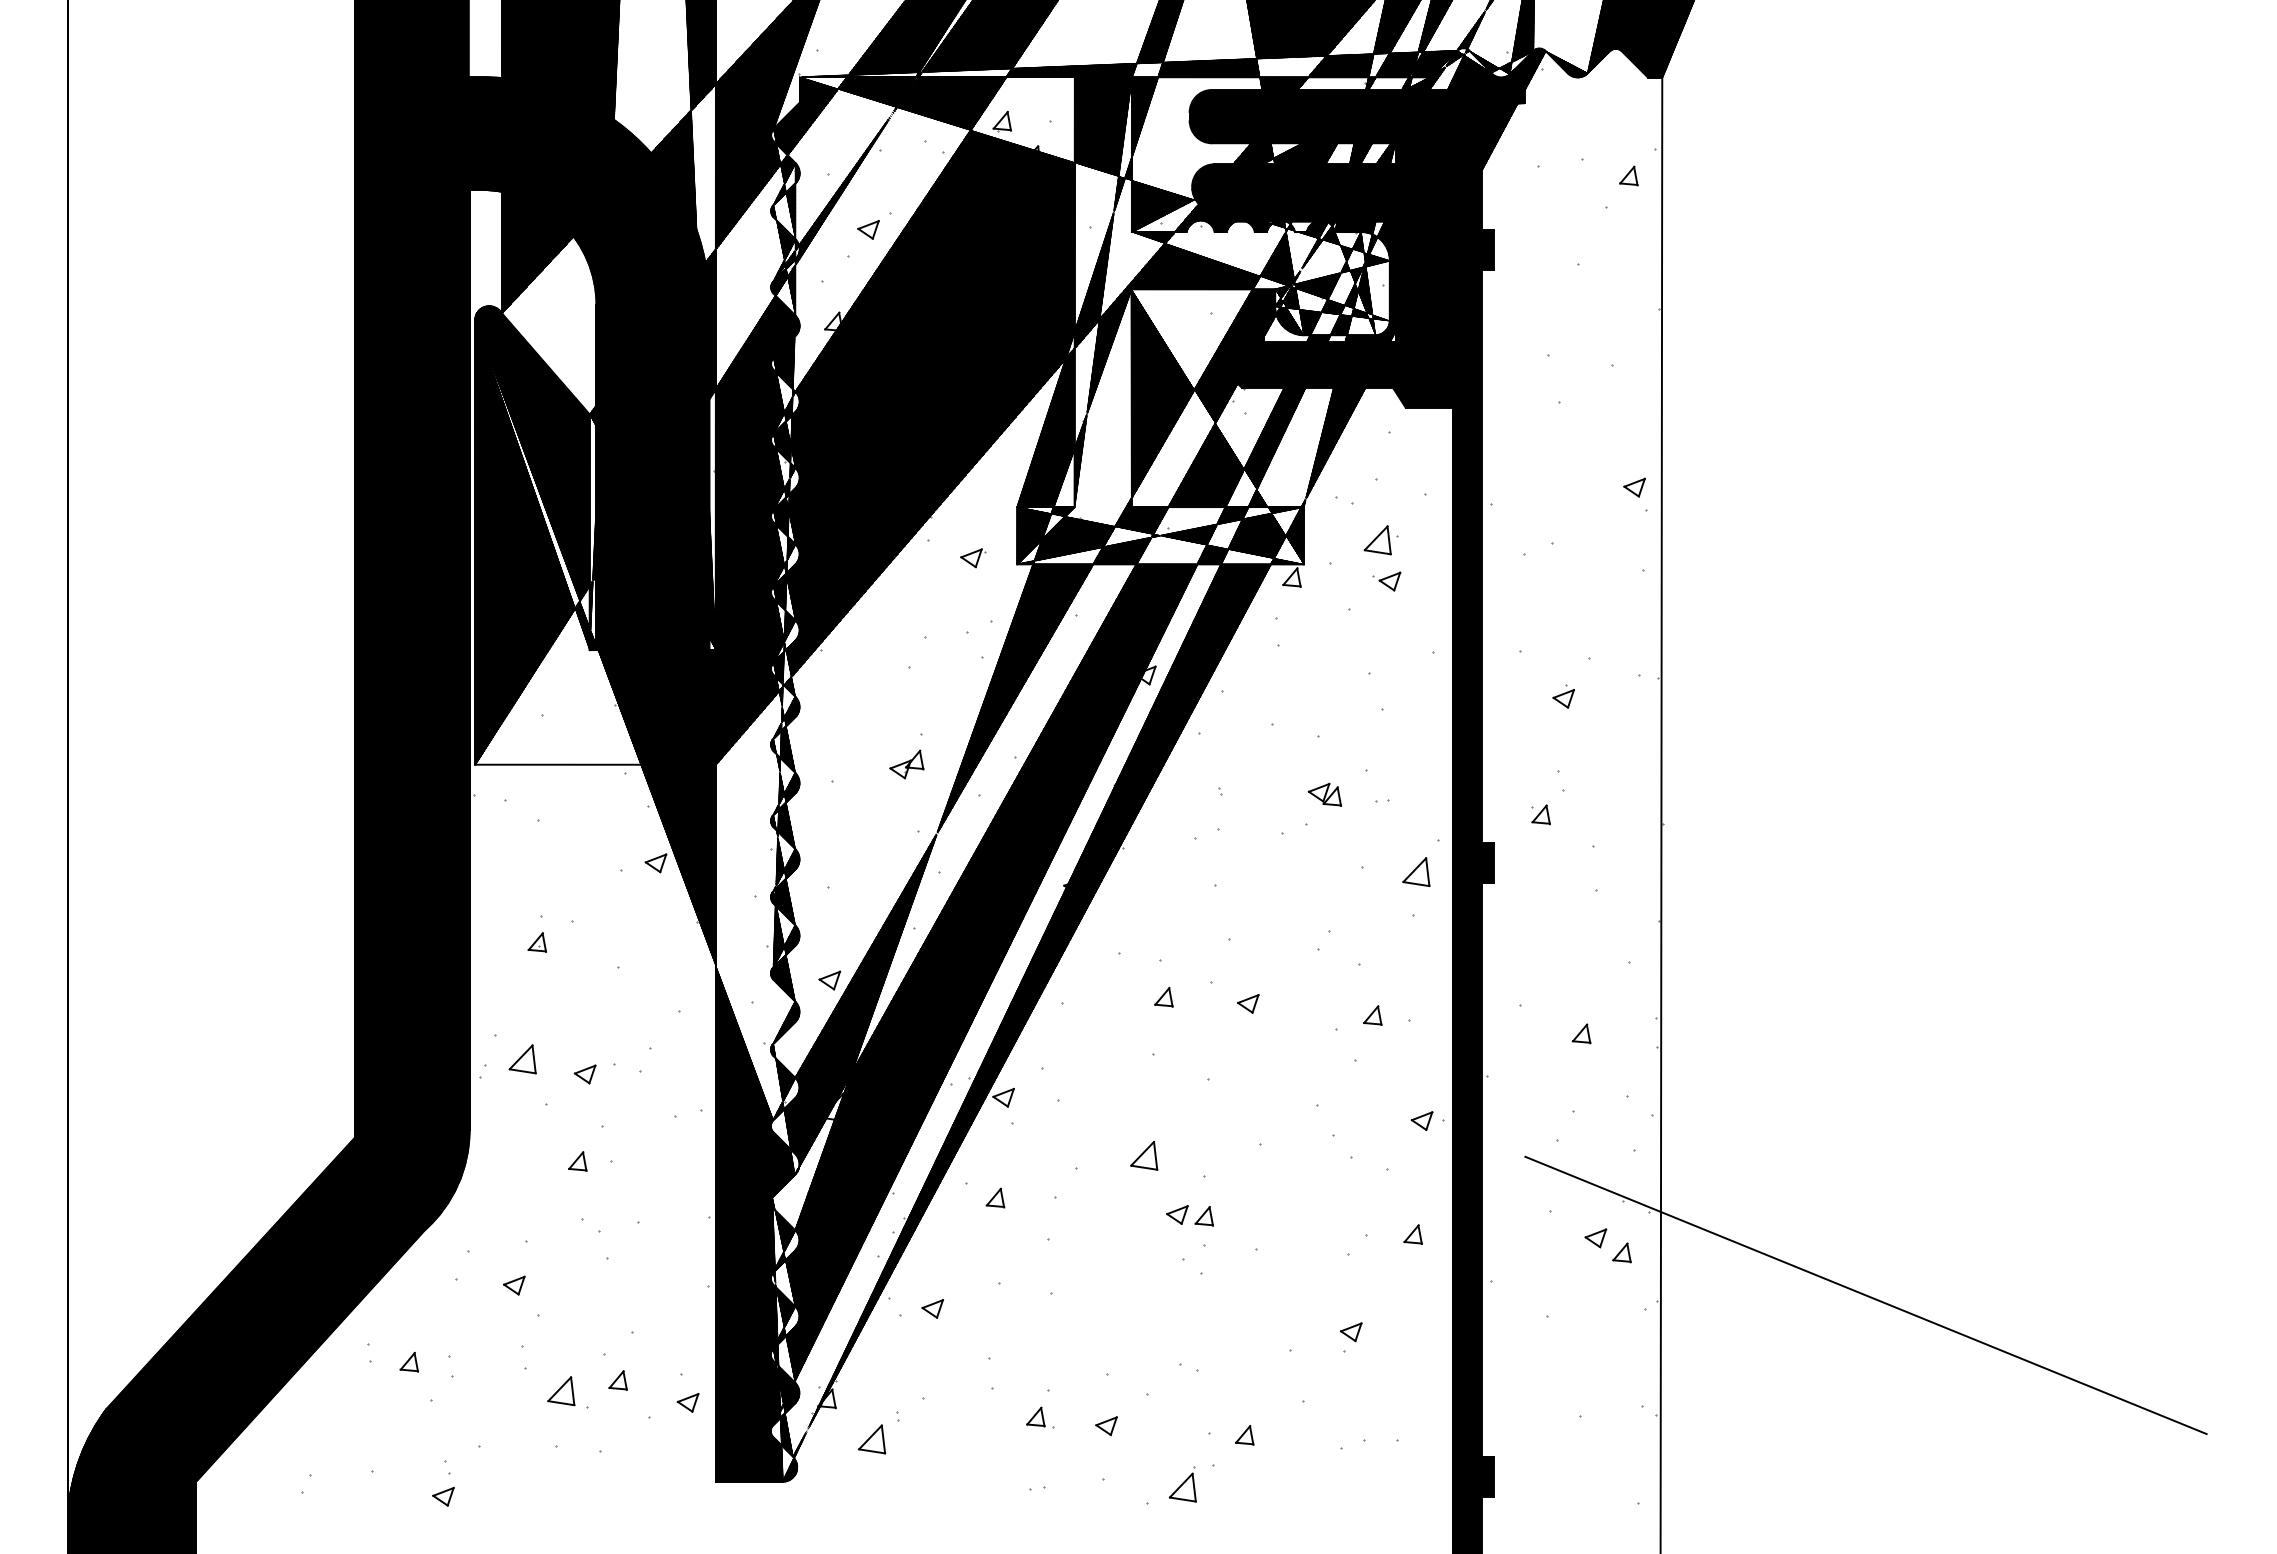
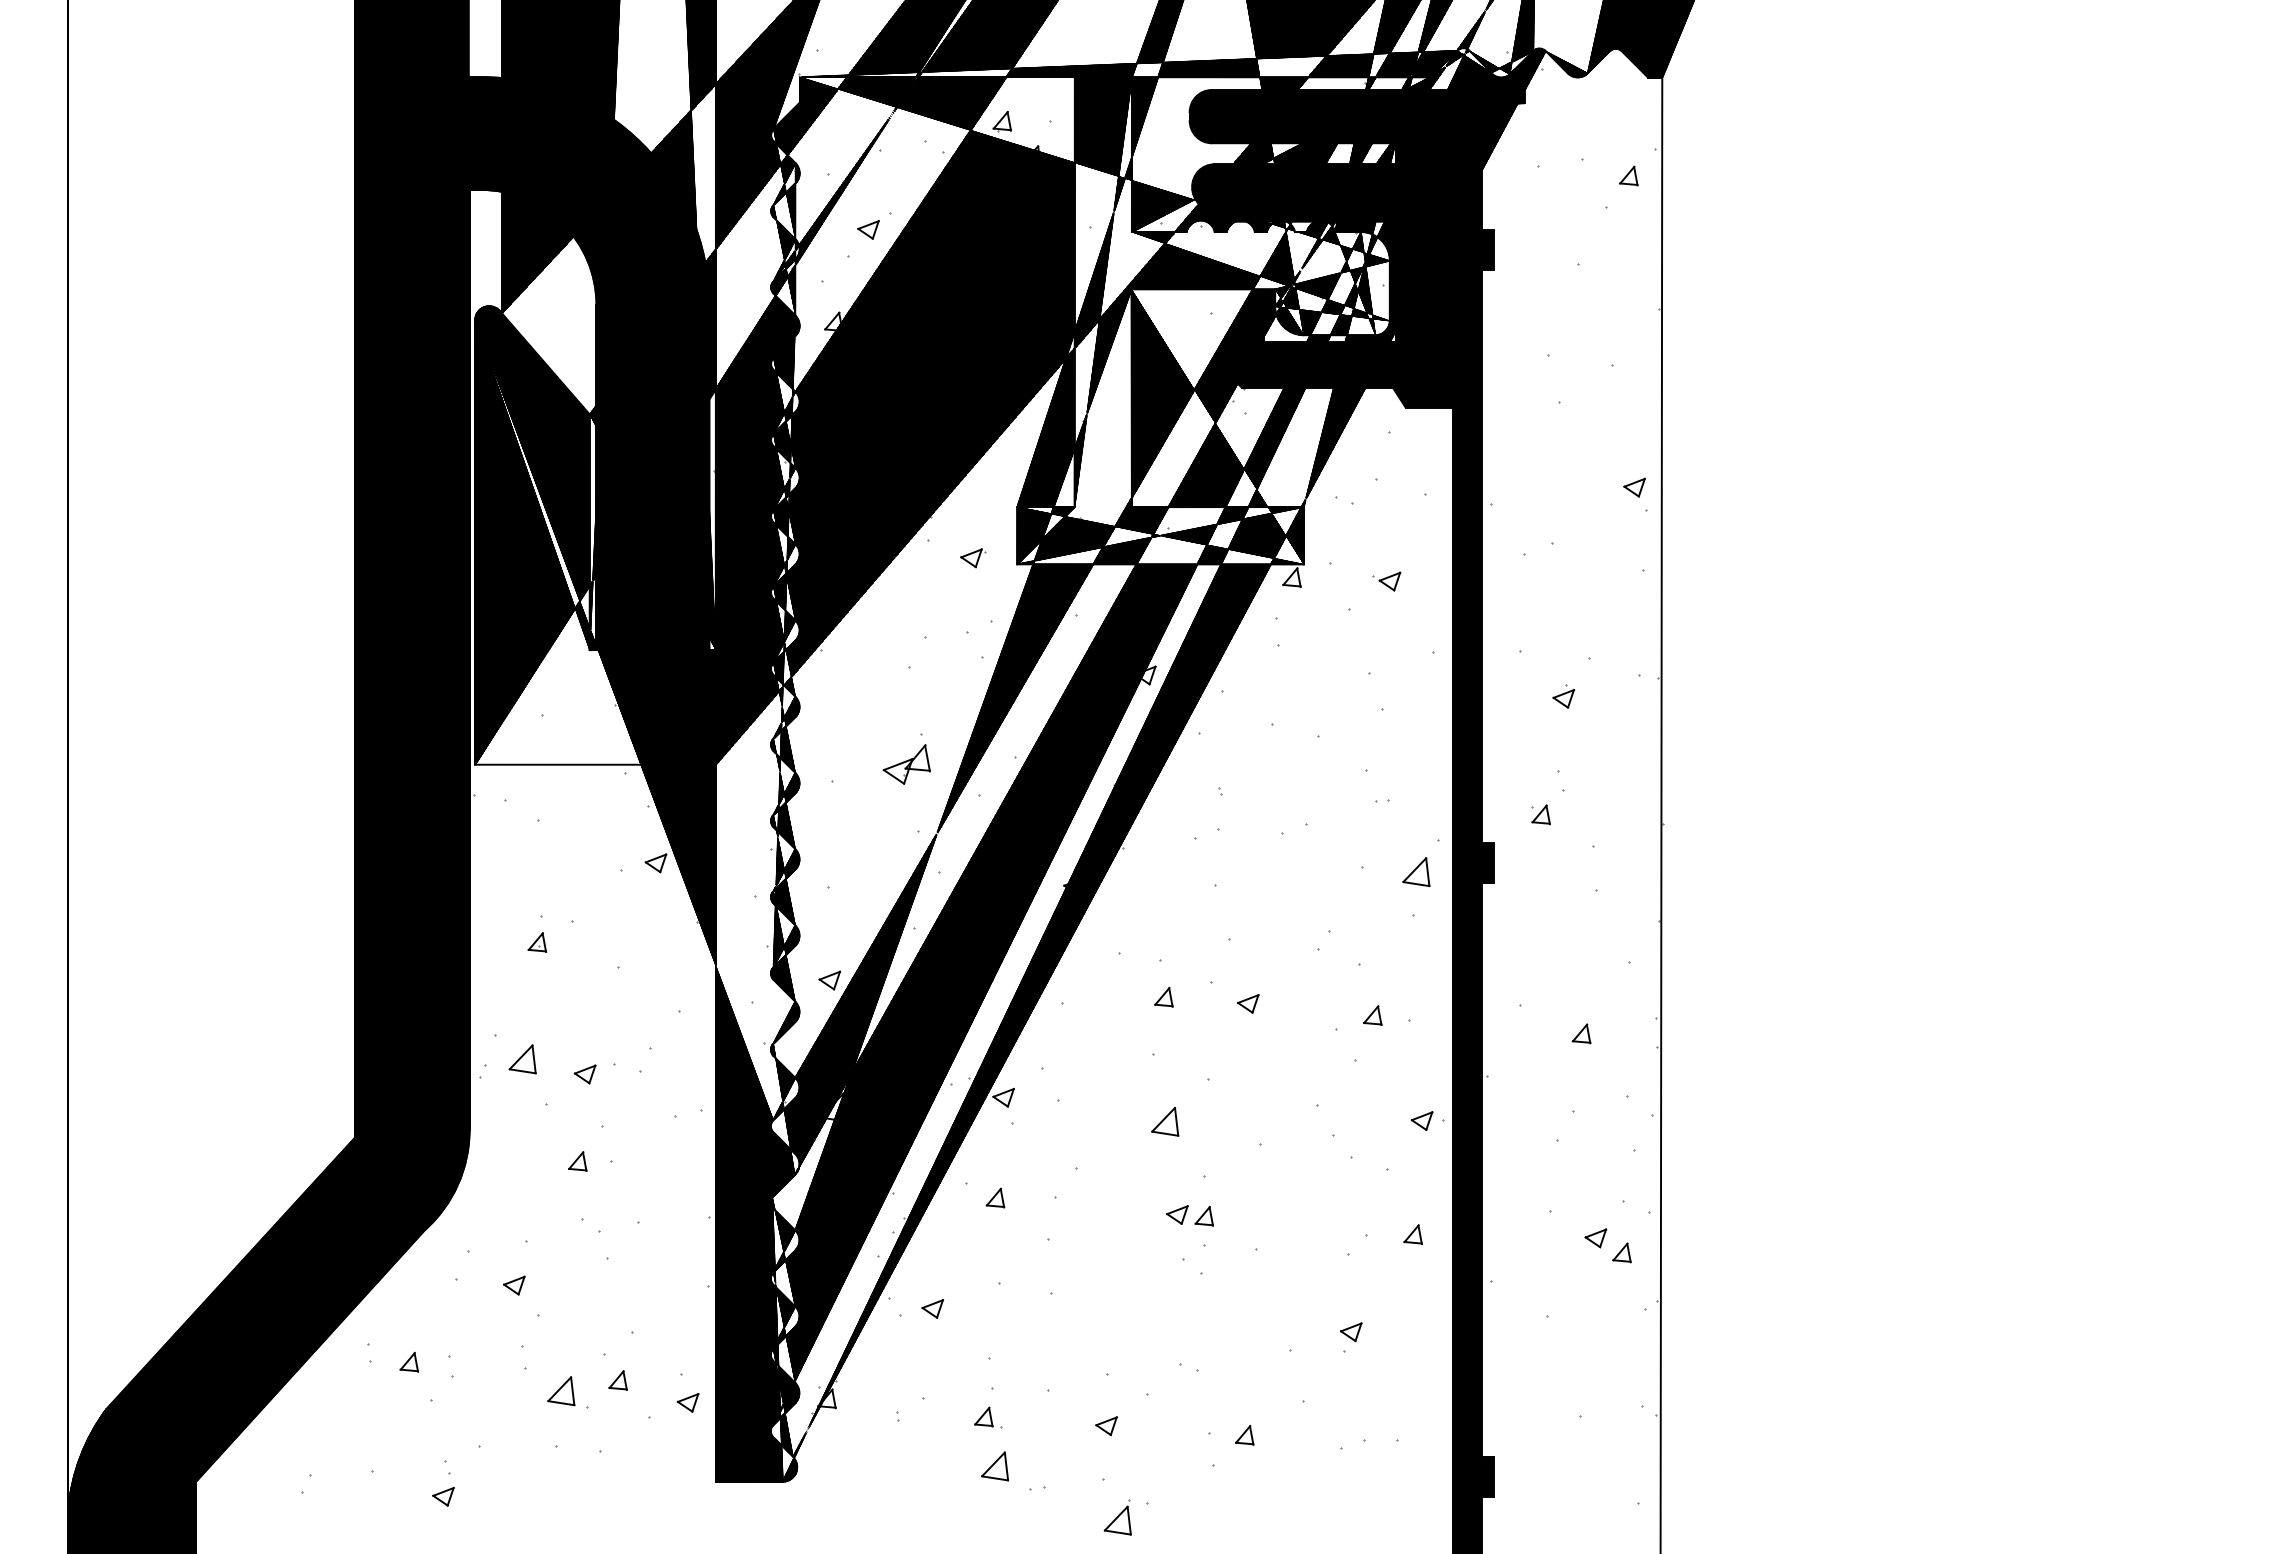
part at (1380, 540): present -> none
part at (906, 764) size: 36x31 px -> 49x41 px
part at (1324, 794): present -> none
part at (1144, 1155) position: (1144, 1155) -> (1165, 1121)
line at (1865, 1295): present -> none
part at (1040, 1417) position: (1040, 1417) -> (988, 1417)
part at (872, 1439) position: (872, 1439) -> (995, 1466)
part at (1182, 1484) position: (1182, 1484) -> (1117, 1517)
